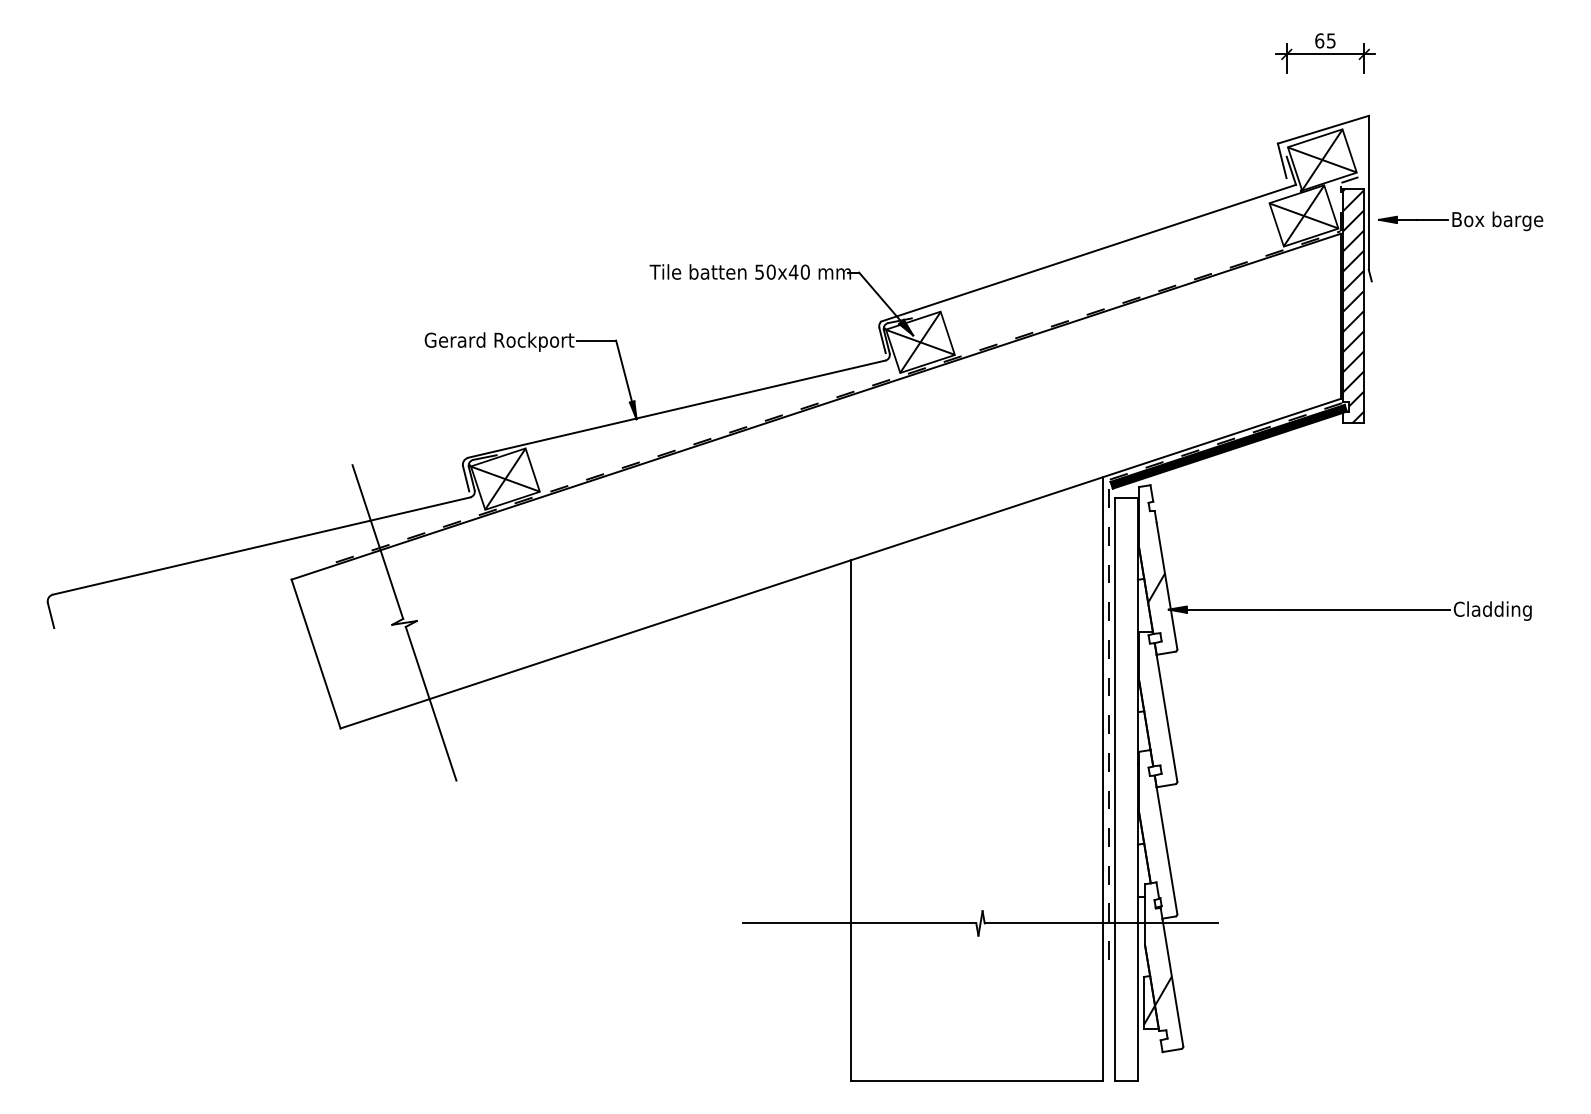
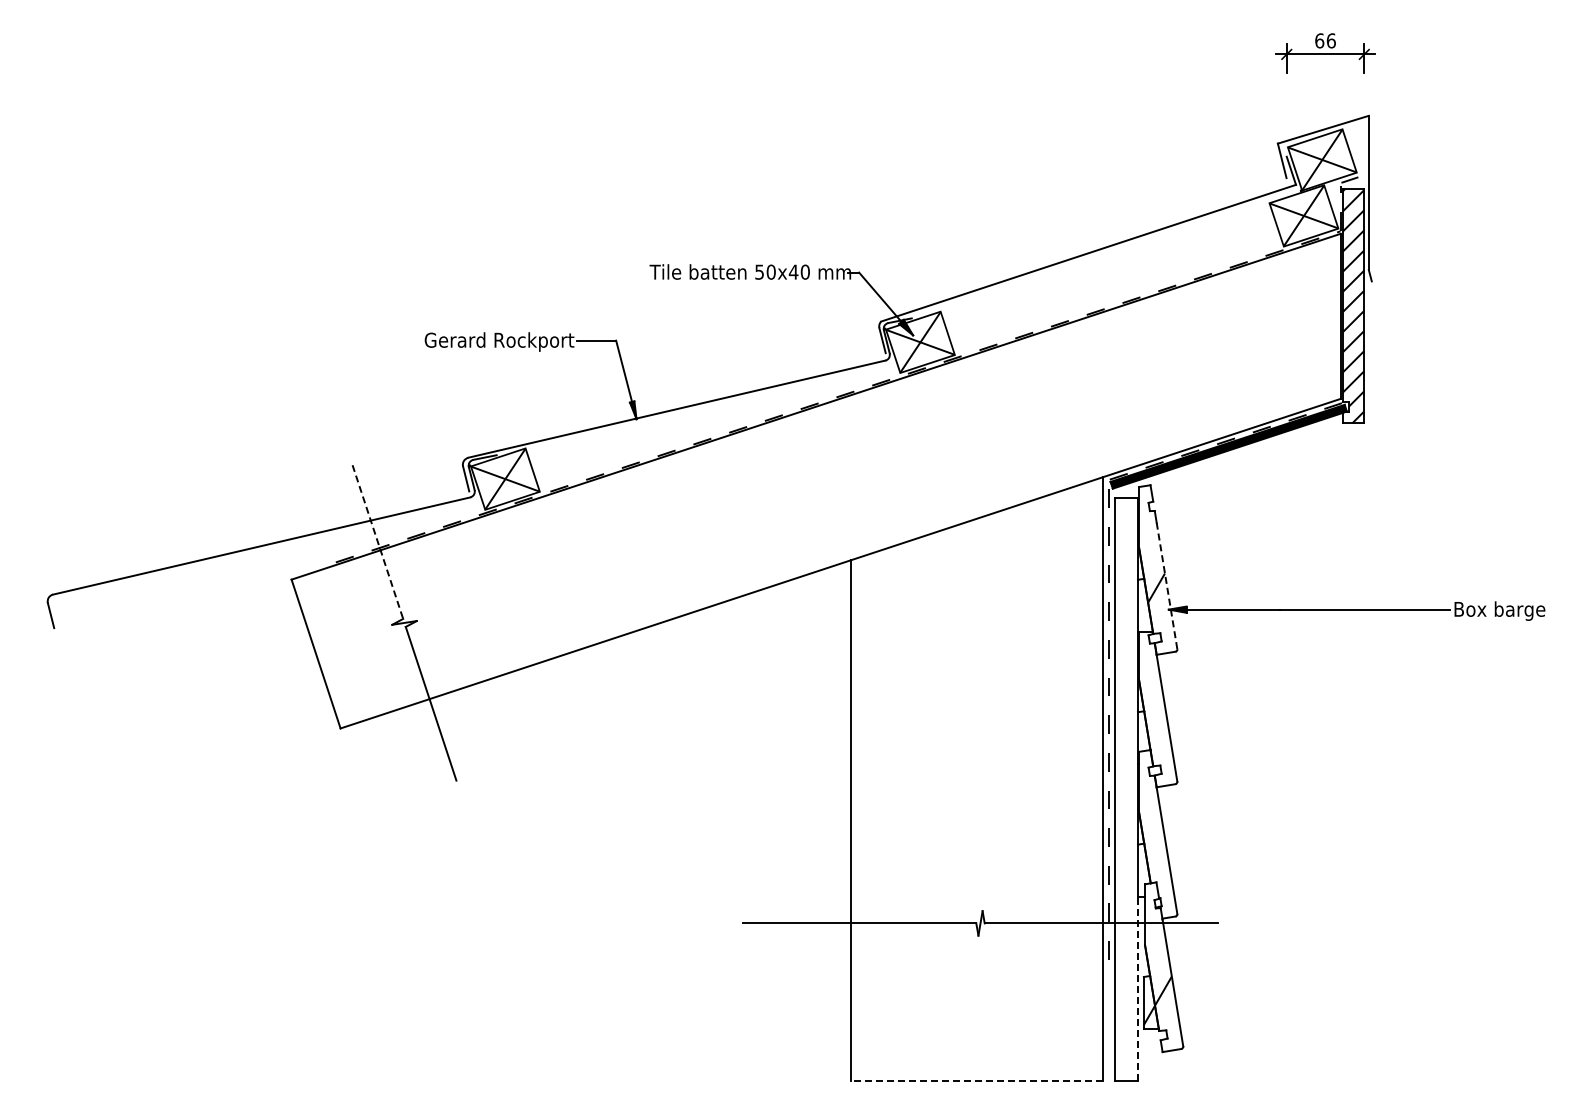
text at (1330, 40): 65 -> 66
part at (1460, 221): present -> none
line at (377, 542): solid -> dashed
line at (1167, 585): solid -> dashed
text at (1499, 610): Cladding -> Box barge
line at (1137, 988): solid -> dashed
line at (976, 1080): solid -> dashed
